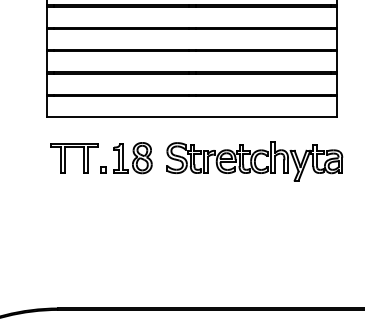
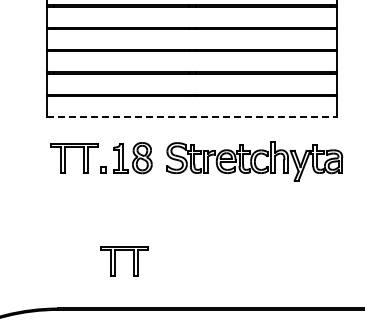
line at (192, 117): solid -> dashed
part at (115, 261): none -> present
